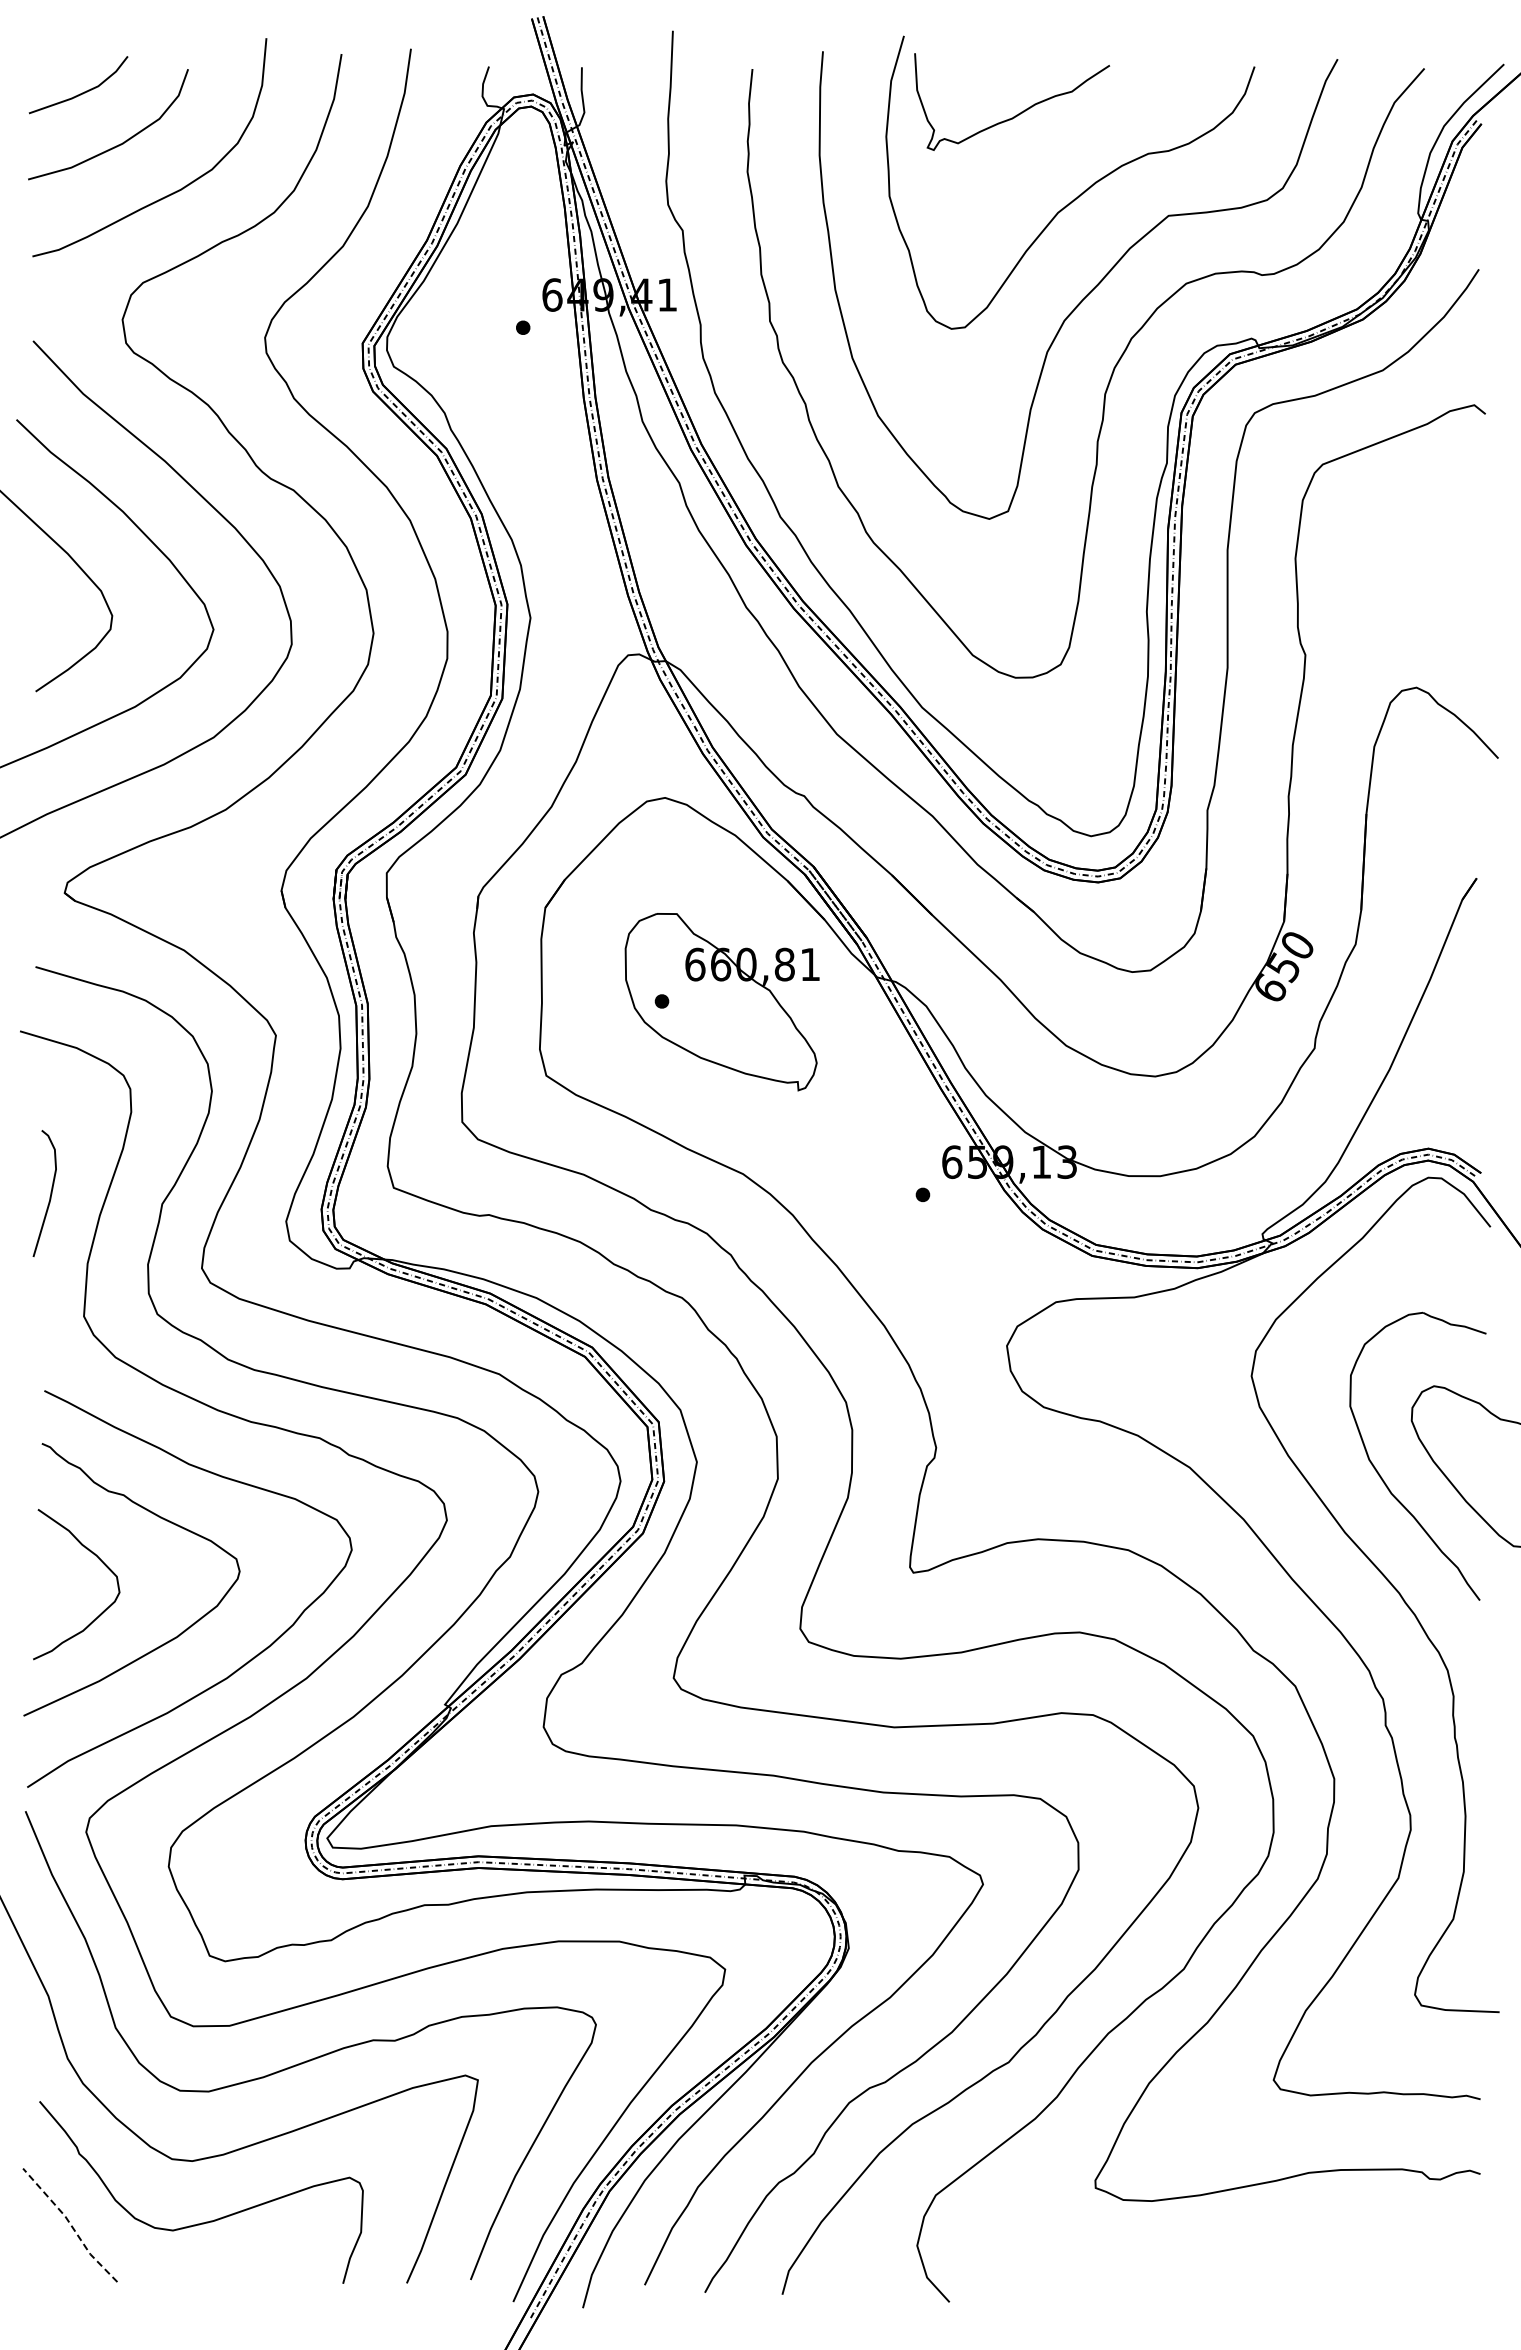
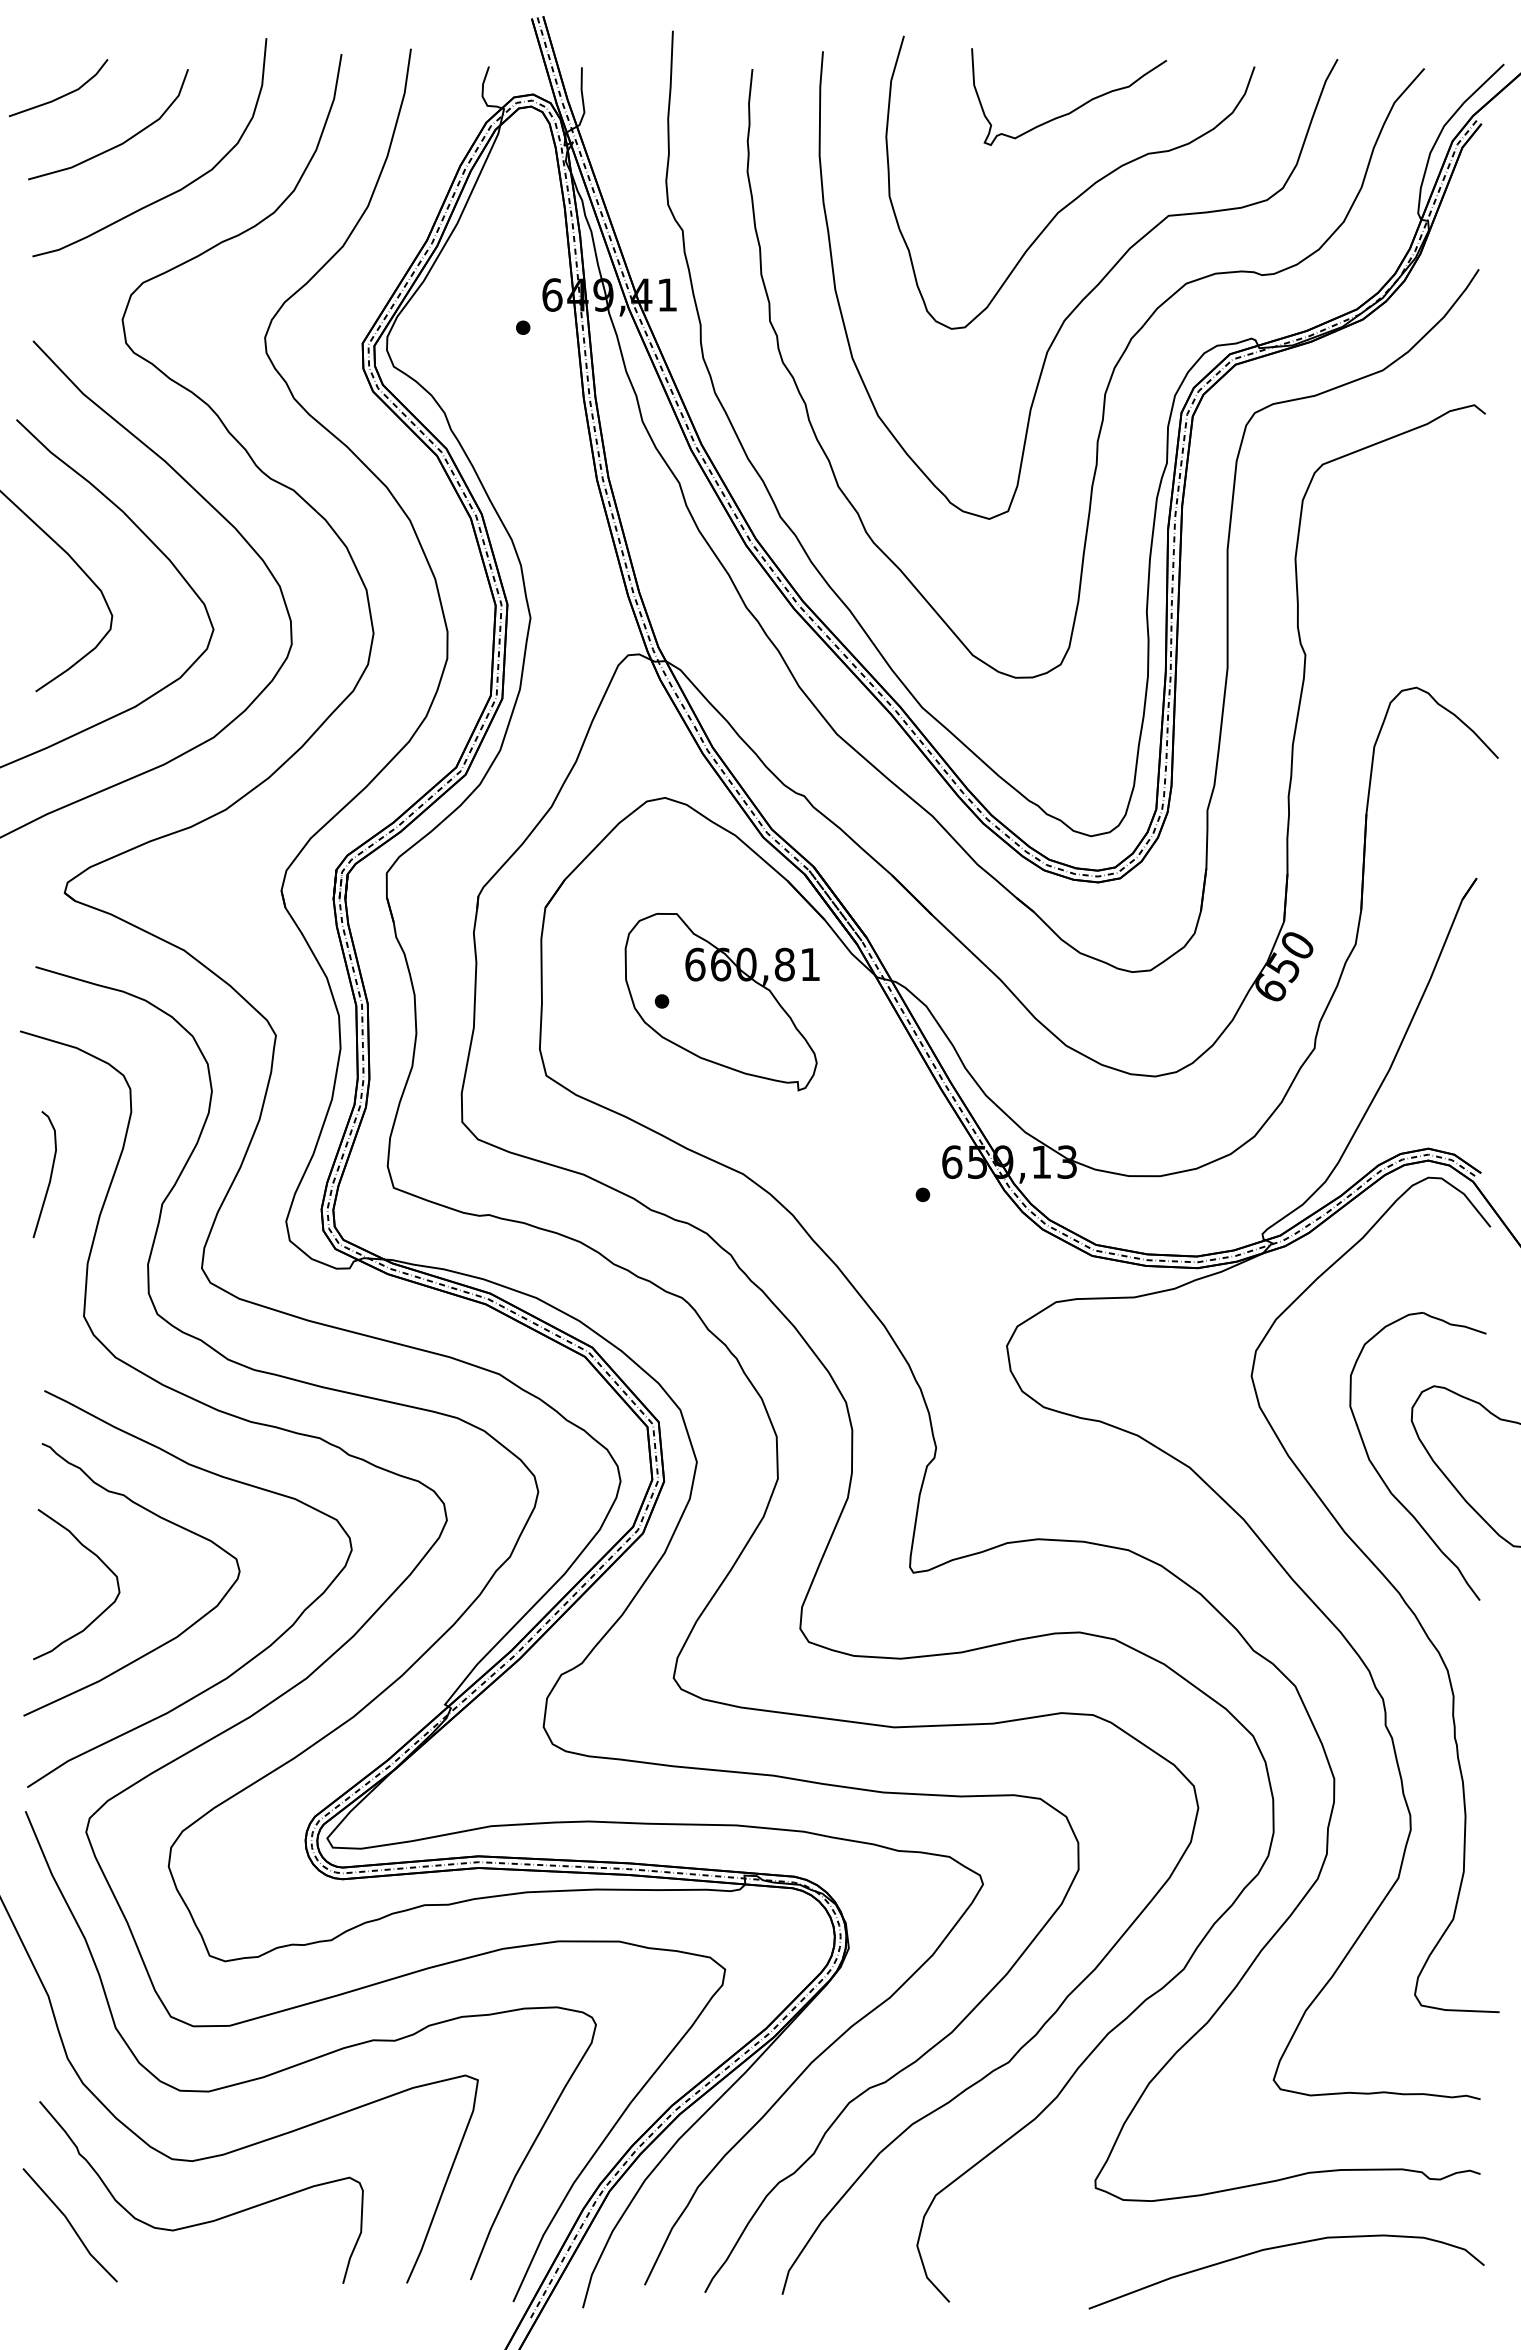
line at (82, 92) position: (82, 92) -> (62, 95)
curve at (1018, 113) position: (1018, 113) -> (1075, 108)
curve at (49, 1196) position: (49, 1196) -> (49, 1177)
line at (70, 2224): dashed -> solid
curve at (1282, 2247): none -> present
